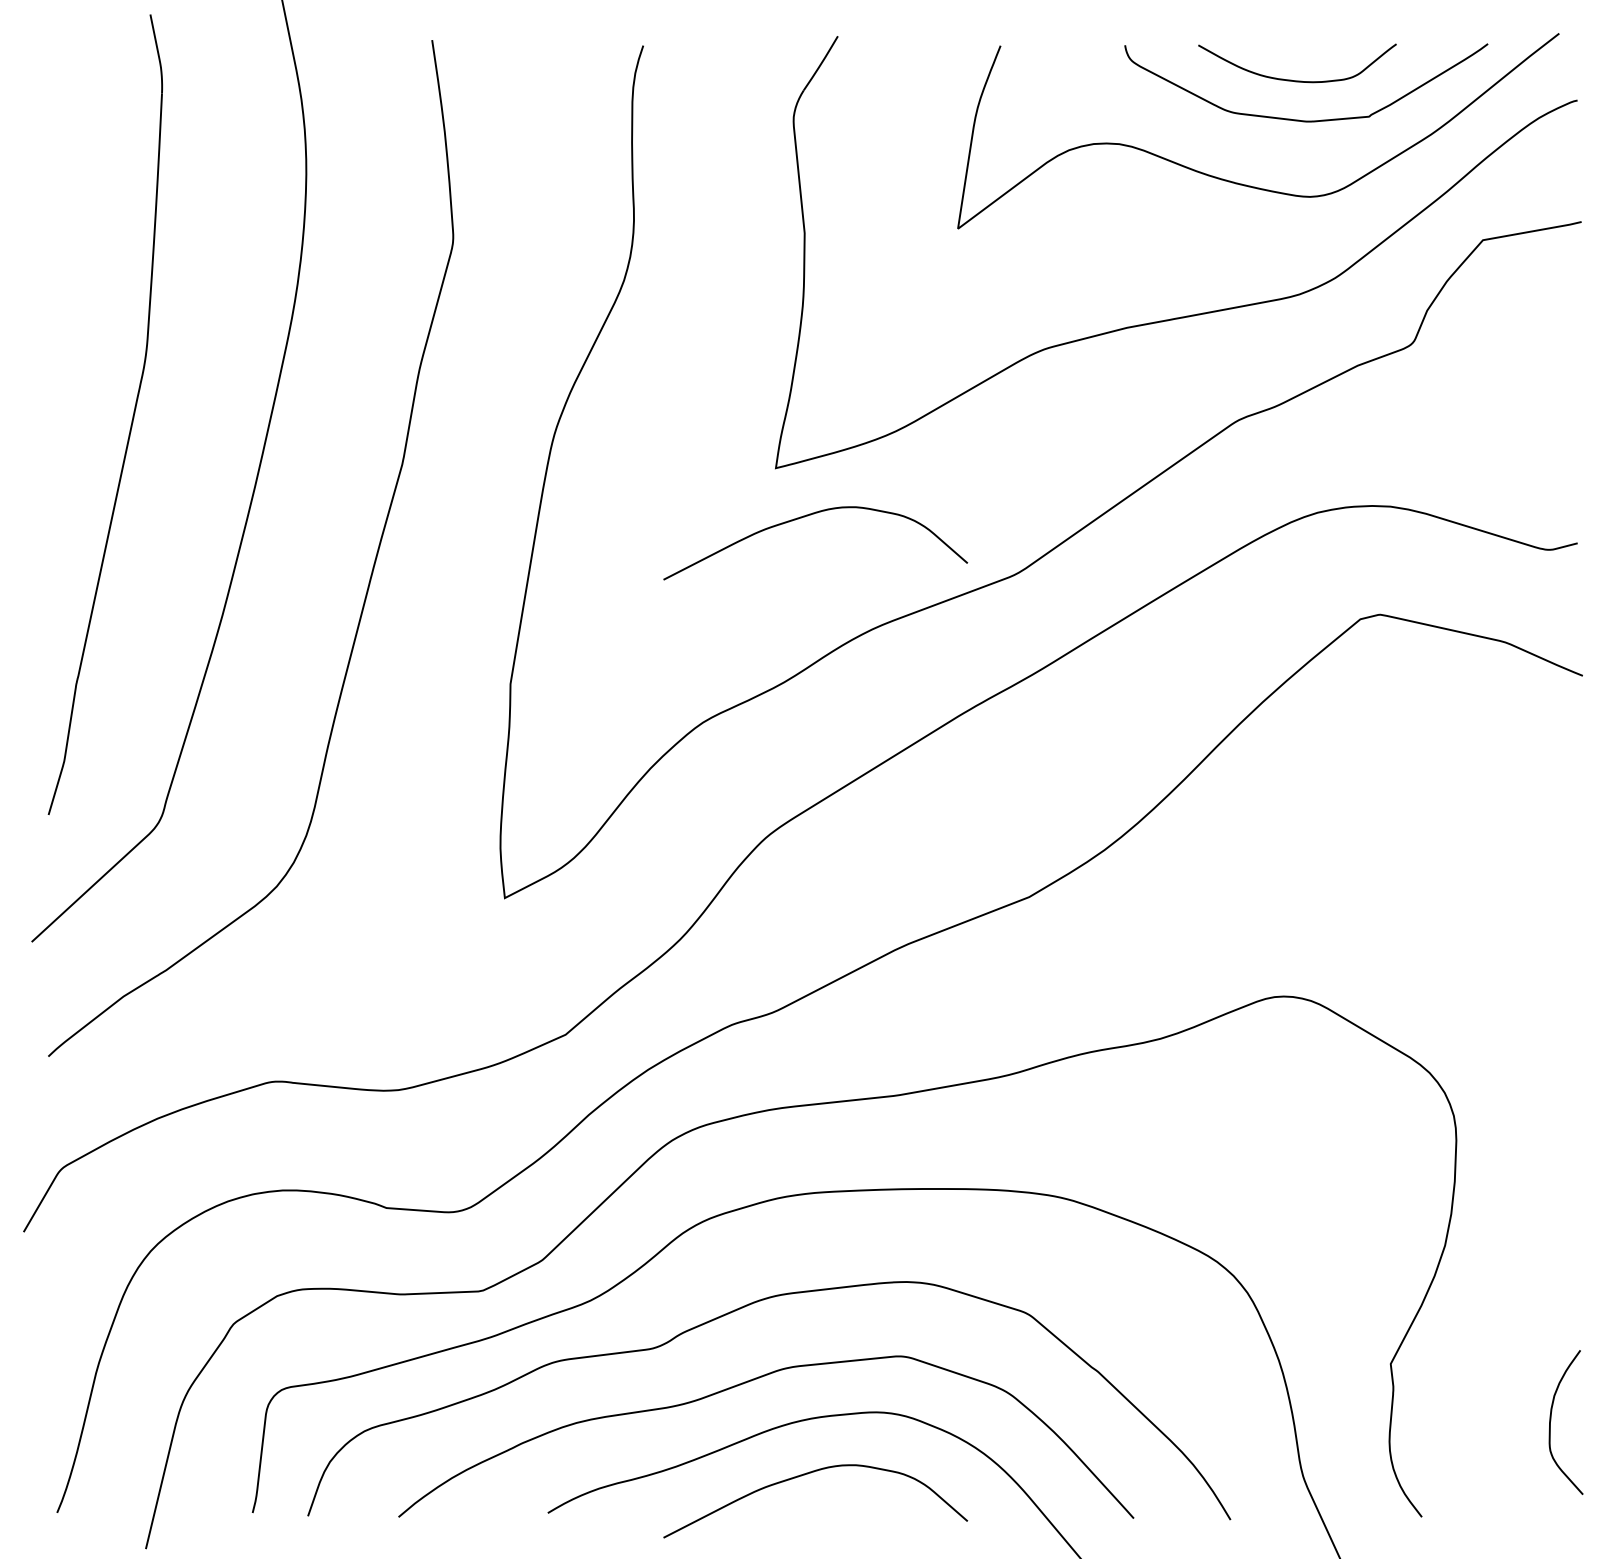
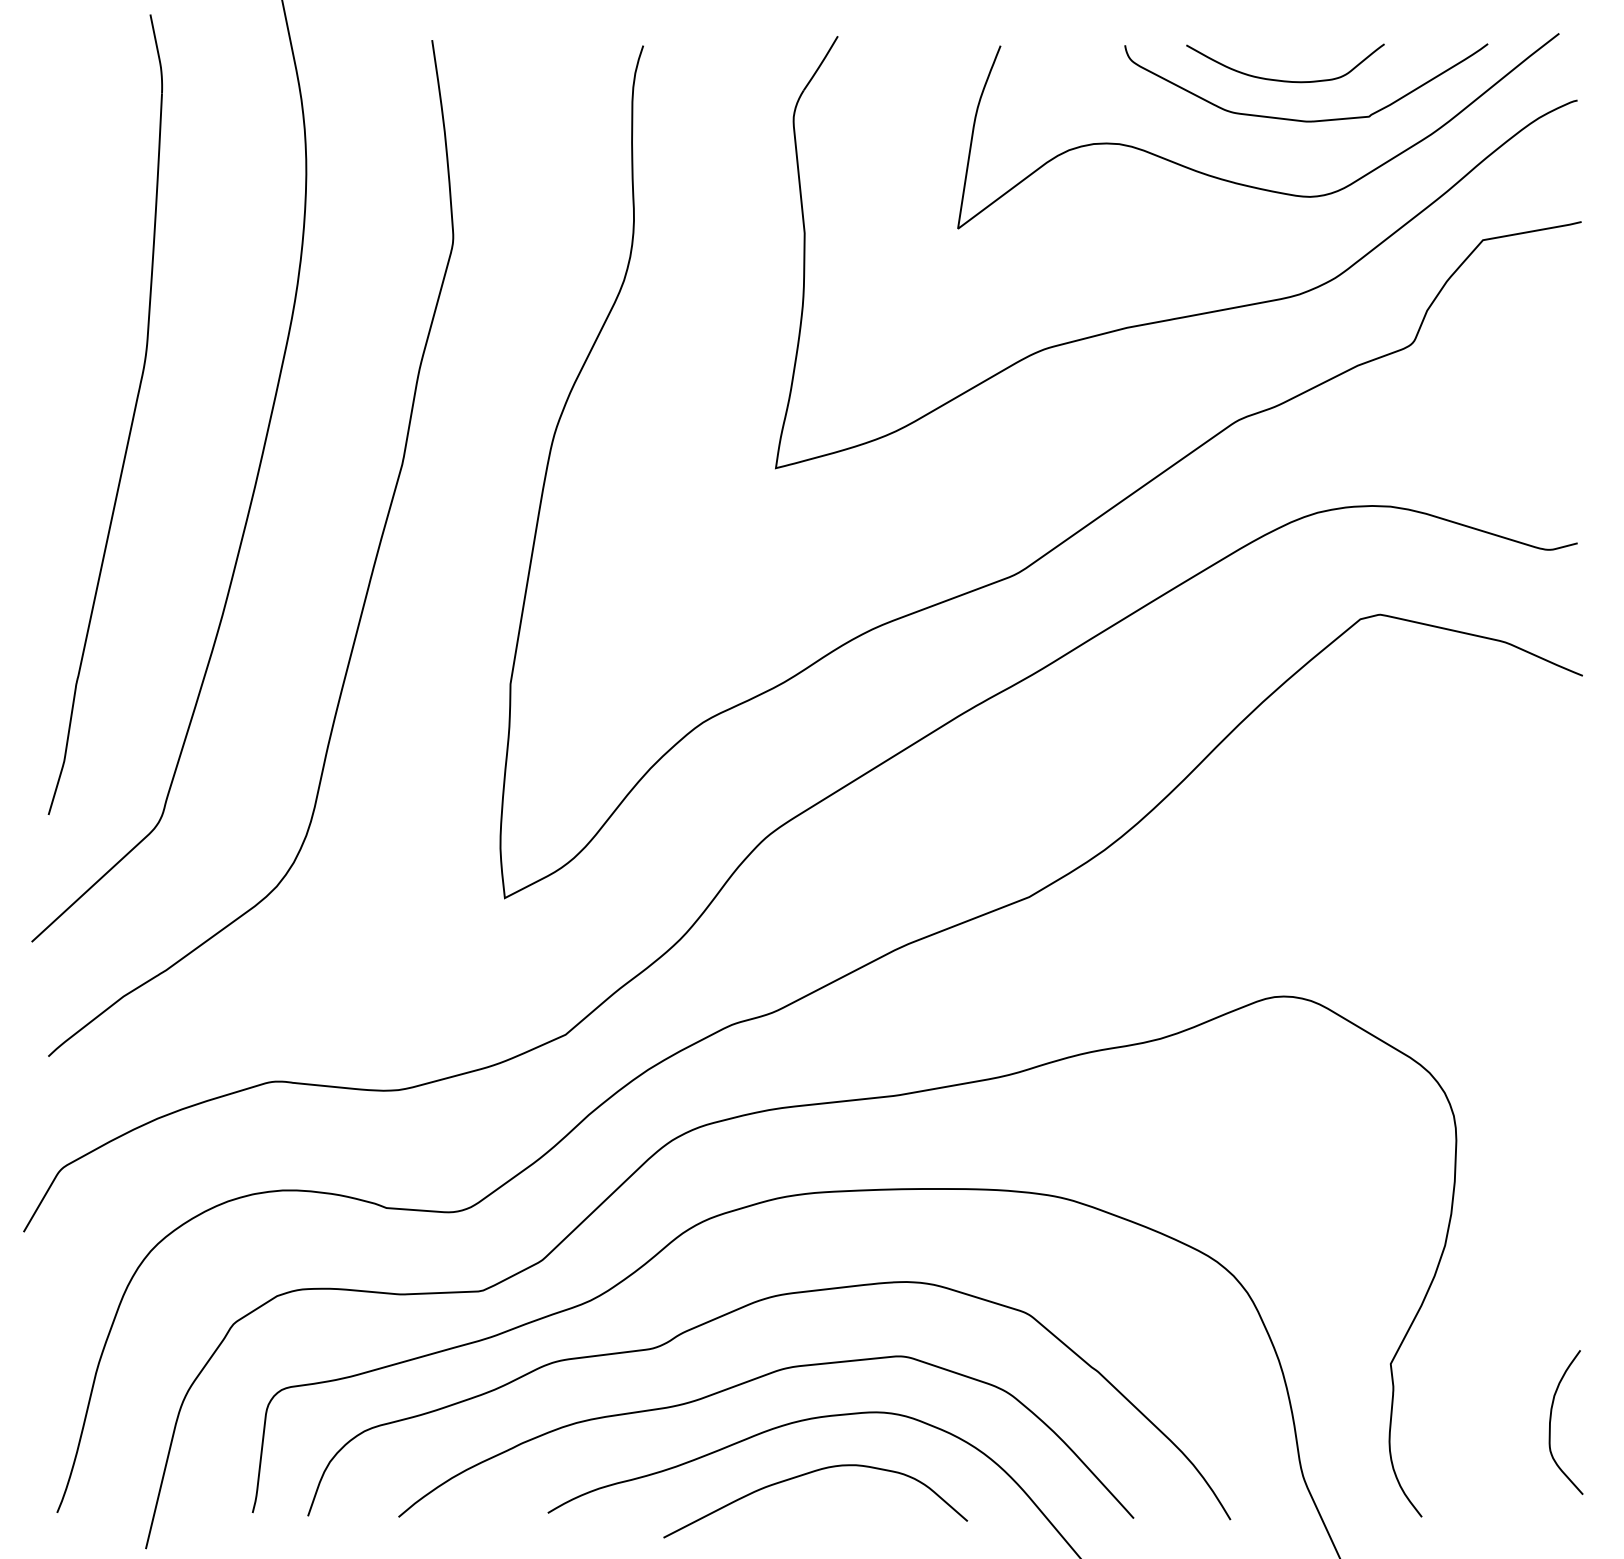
curve at (1297, 80) position: (1297, 80) -> (1285, 80)
curve at (807, 516): present -> none
